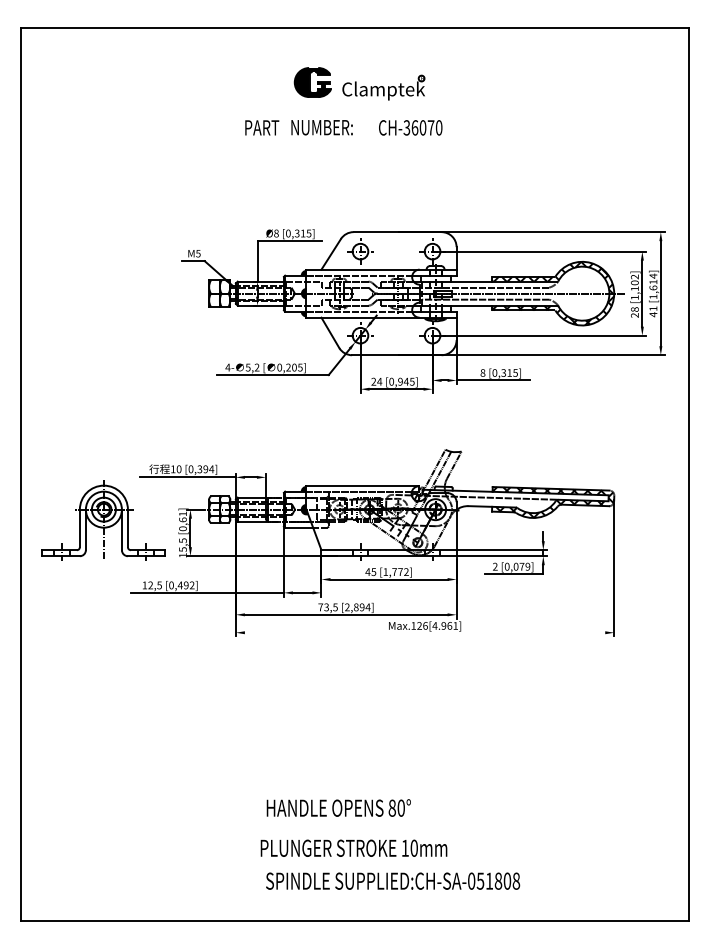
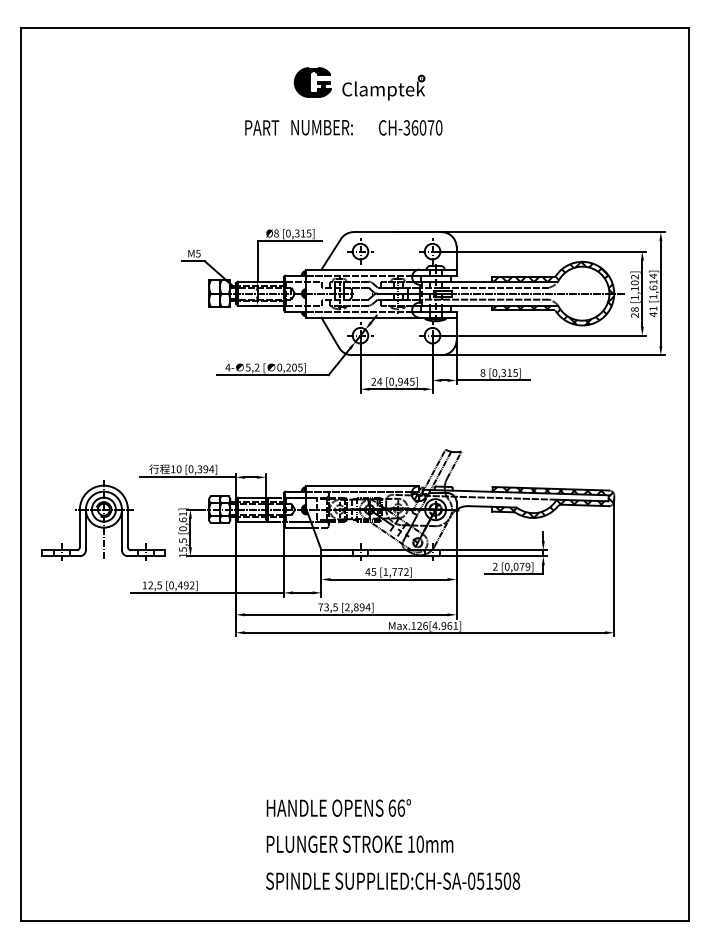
line at (424, 632): none -> present
text at (396, 807): 80° -> 66°
text at (353, 847) position: (353, 847) -> (359, 843)
text at (498, 880): SUPPLIED:CH-SA-051808 -> SUPPLIED:CH-SA-051508
